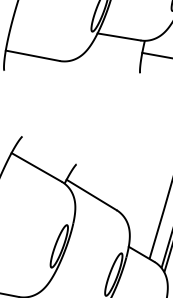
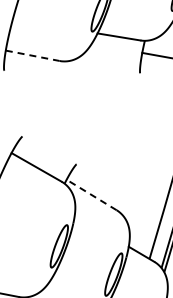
line at (33, 55): solid -> dashed
line at (91, 194): solid -> dashed
